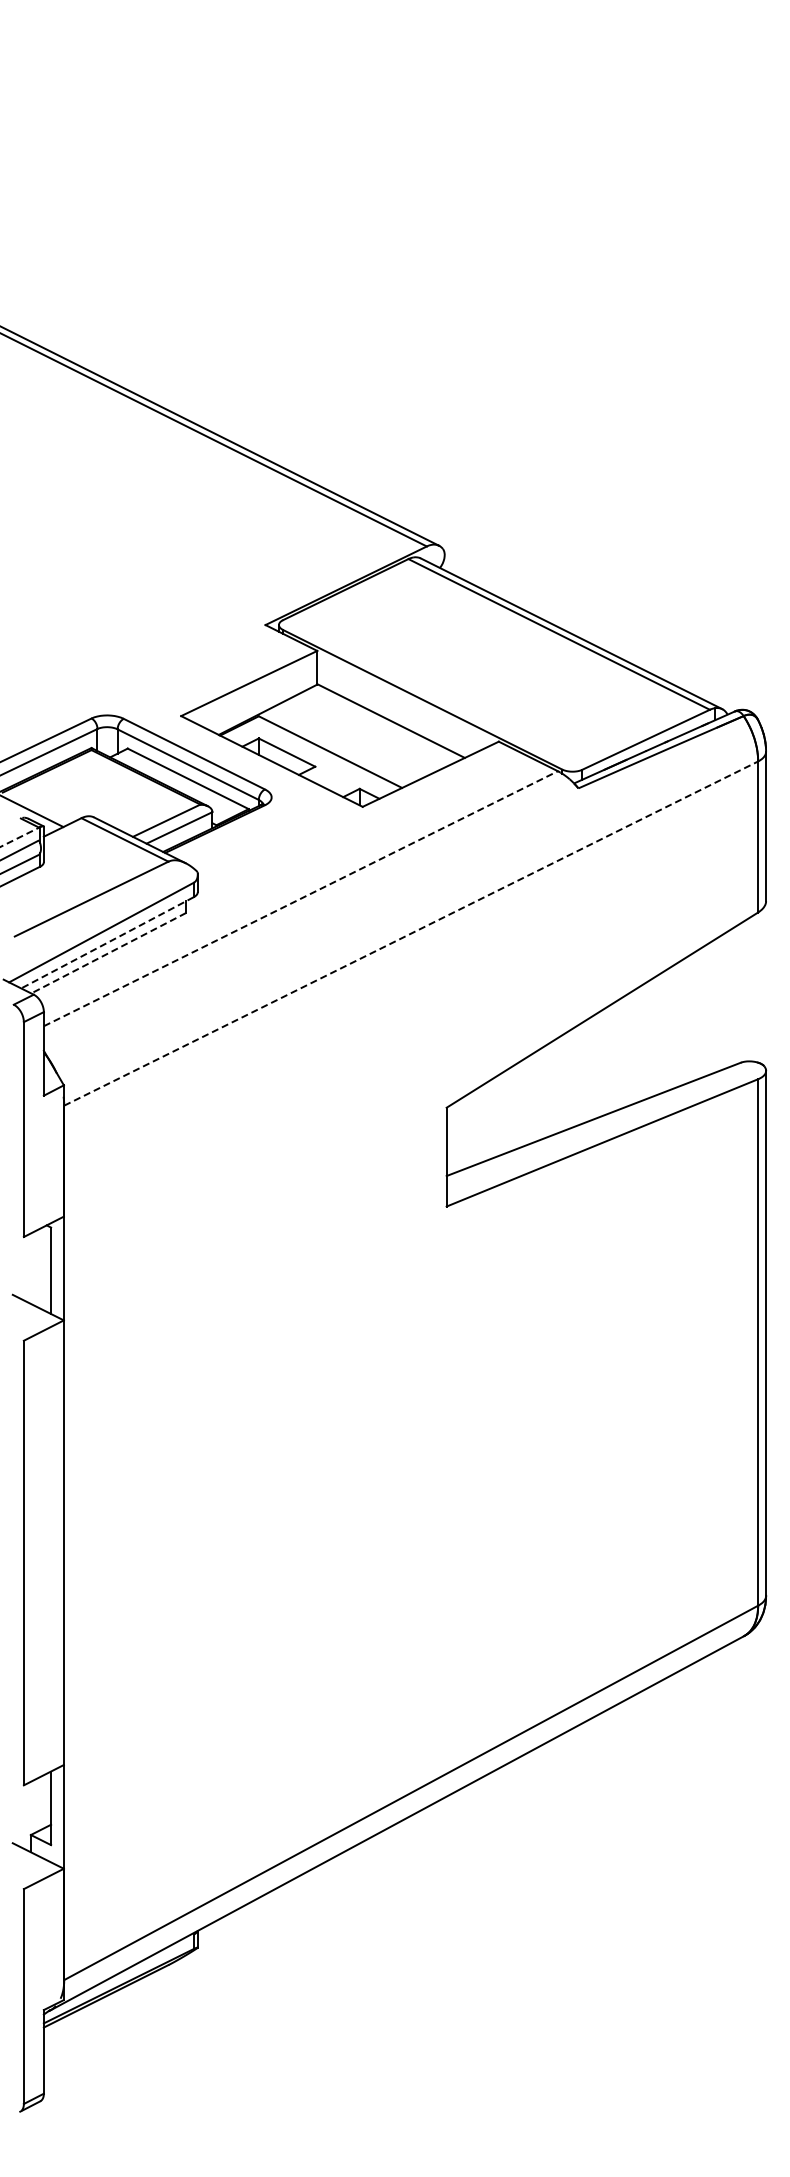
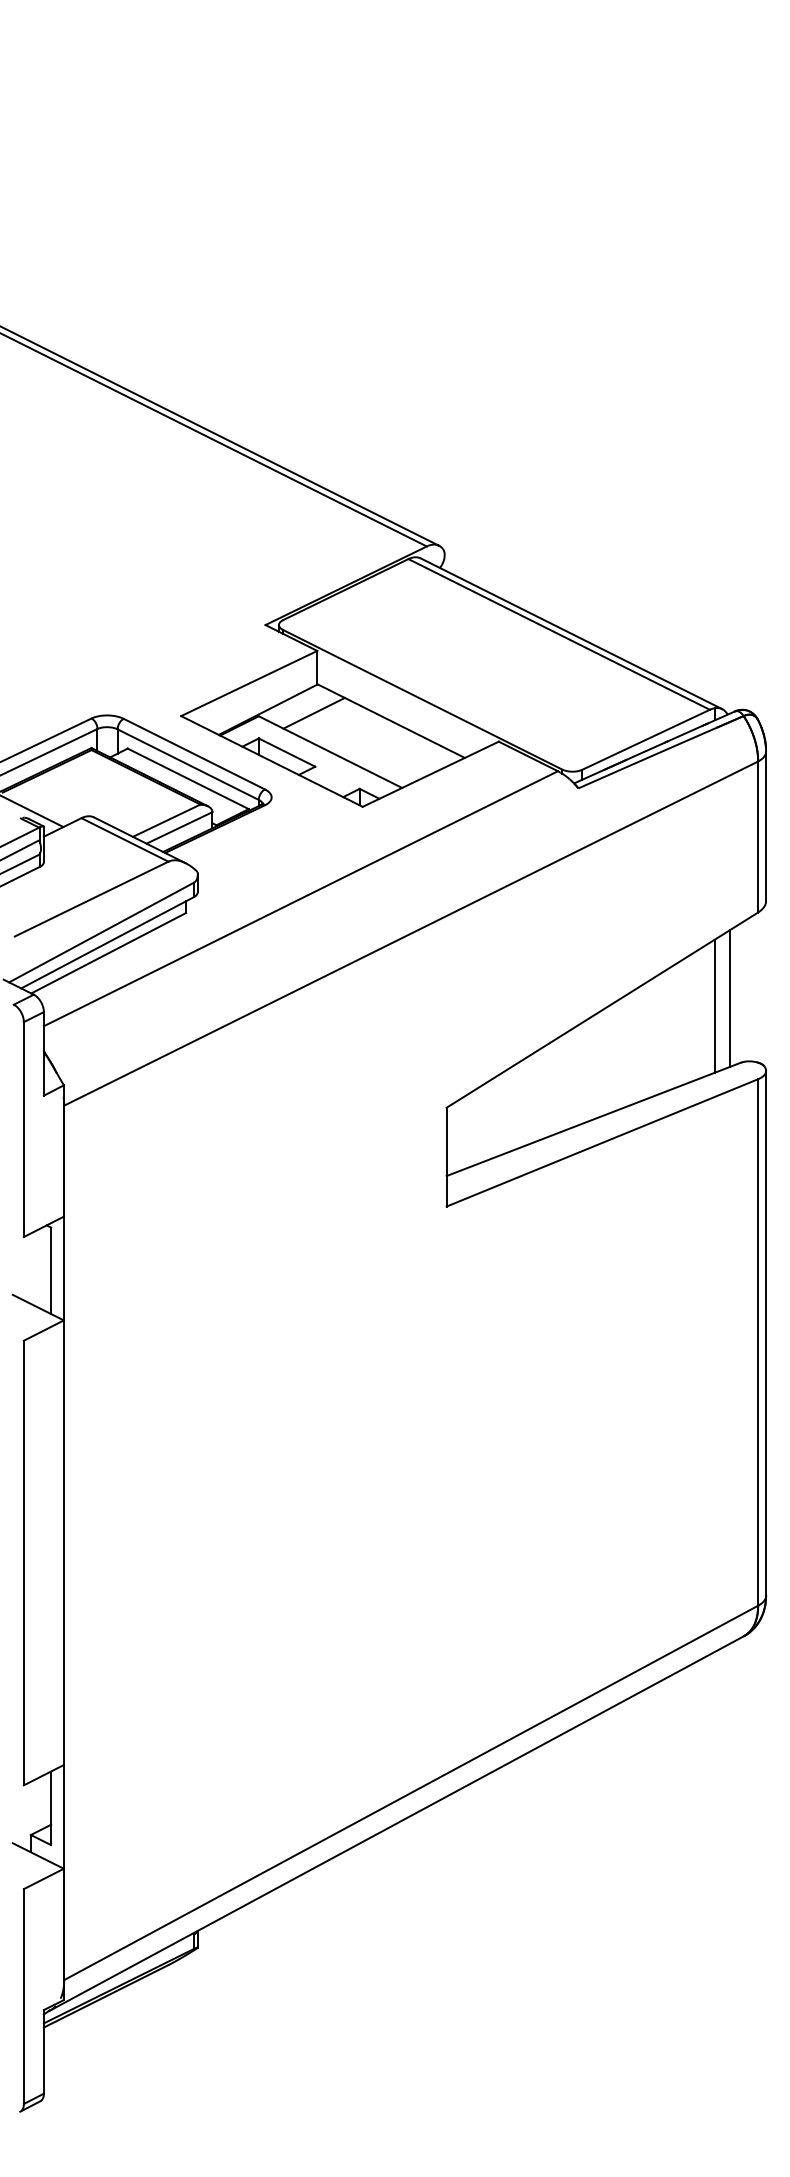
line at (313, 712): none -> present
line at (19, 837): dashed -> solid
line at (300, 898): dashed -> solid
line at (411, 933): dashed -> solid
line at (107, 942): dashed -> solid
line at (108, 953): dashed -> solid
line at (729, 998): none -> present
line at (714, 1005): none -> present
